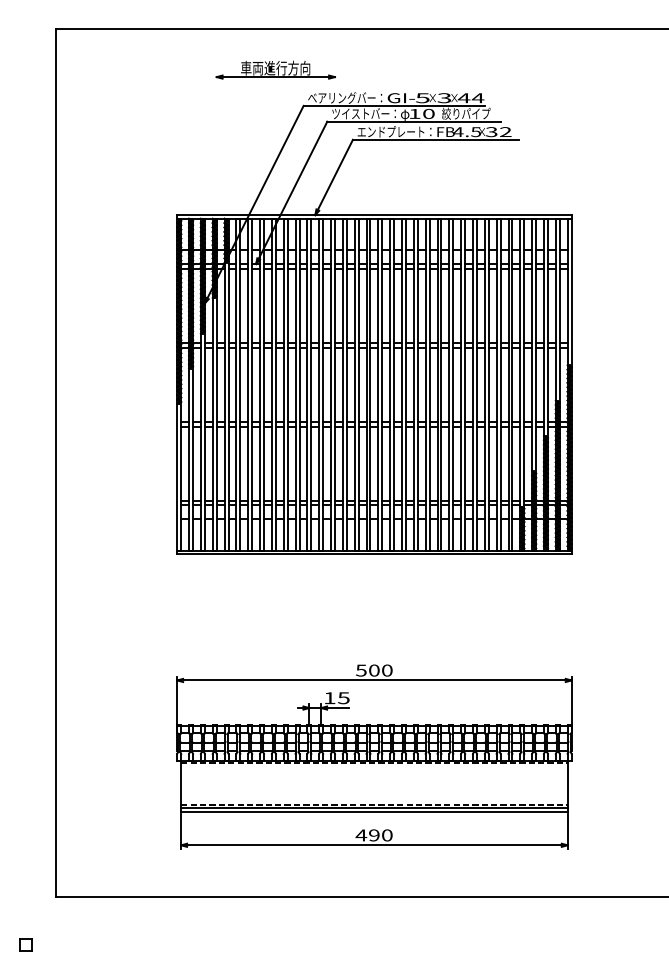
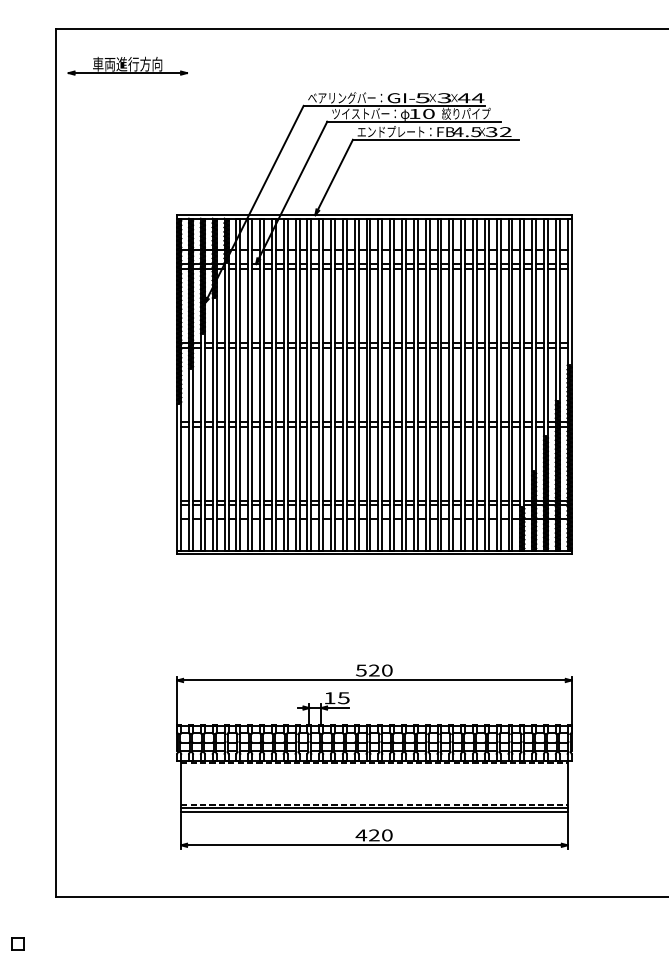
part at (275, 69) position: (275, 69) -> (127, 65)
text at (374, 670): 500 -> 520
text at (374, 835): 490 -> 420
part at (25, 944) position: (25, 944) -> (17, 943)
